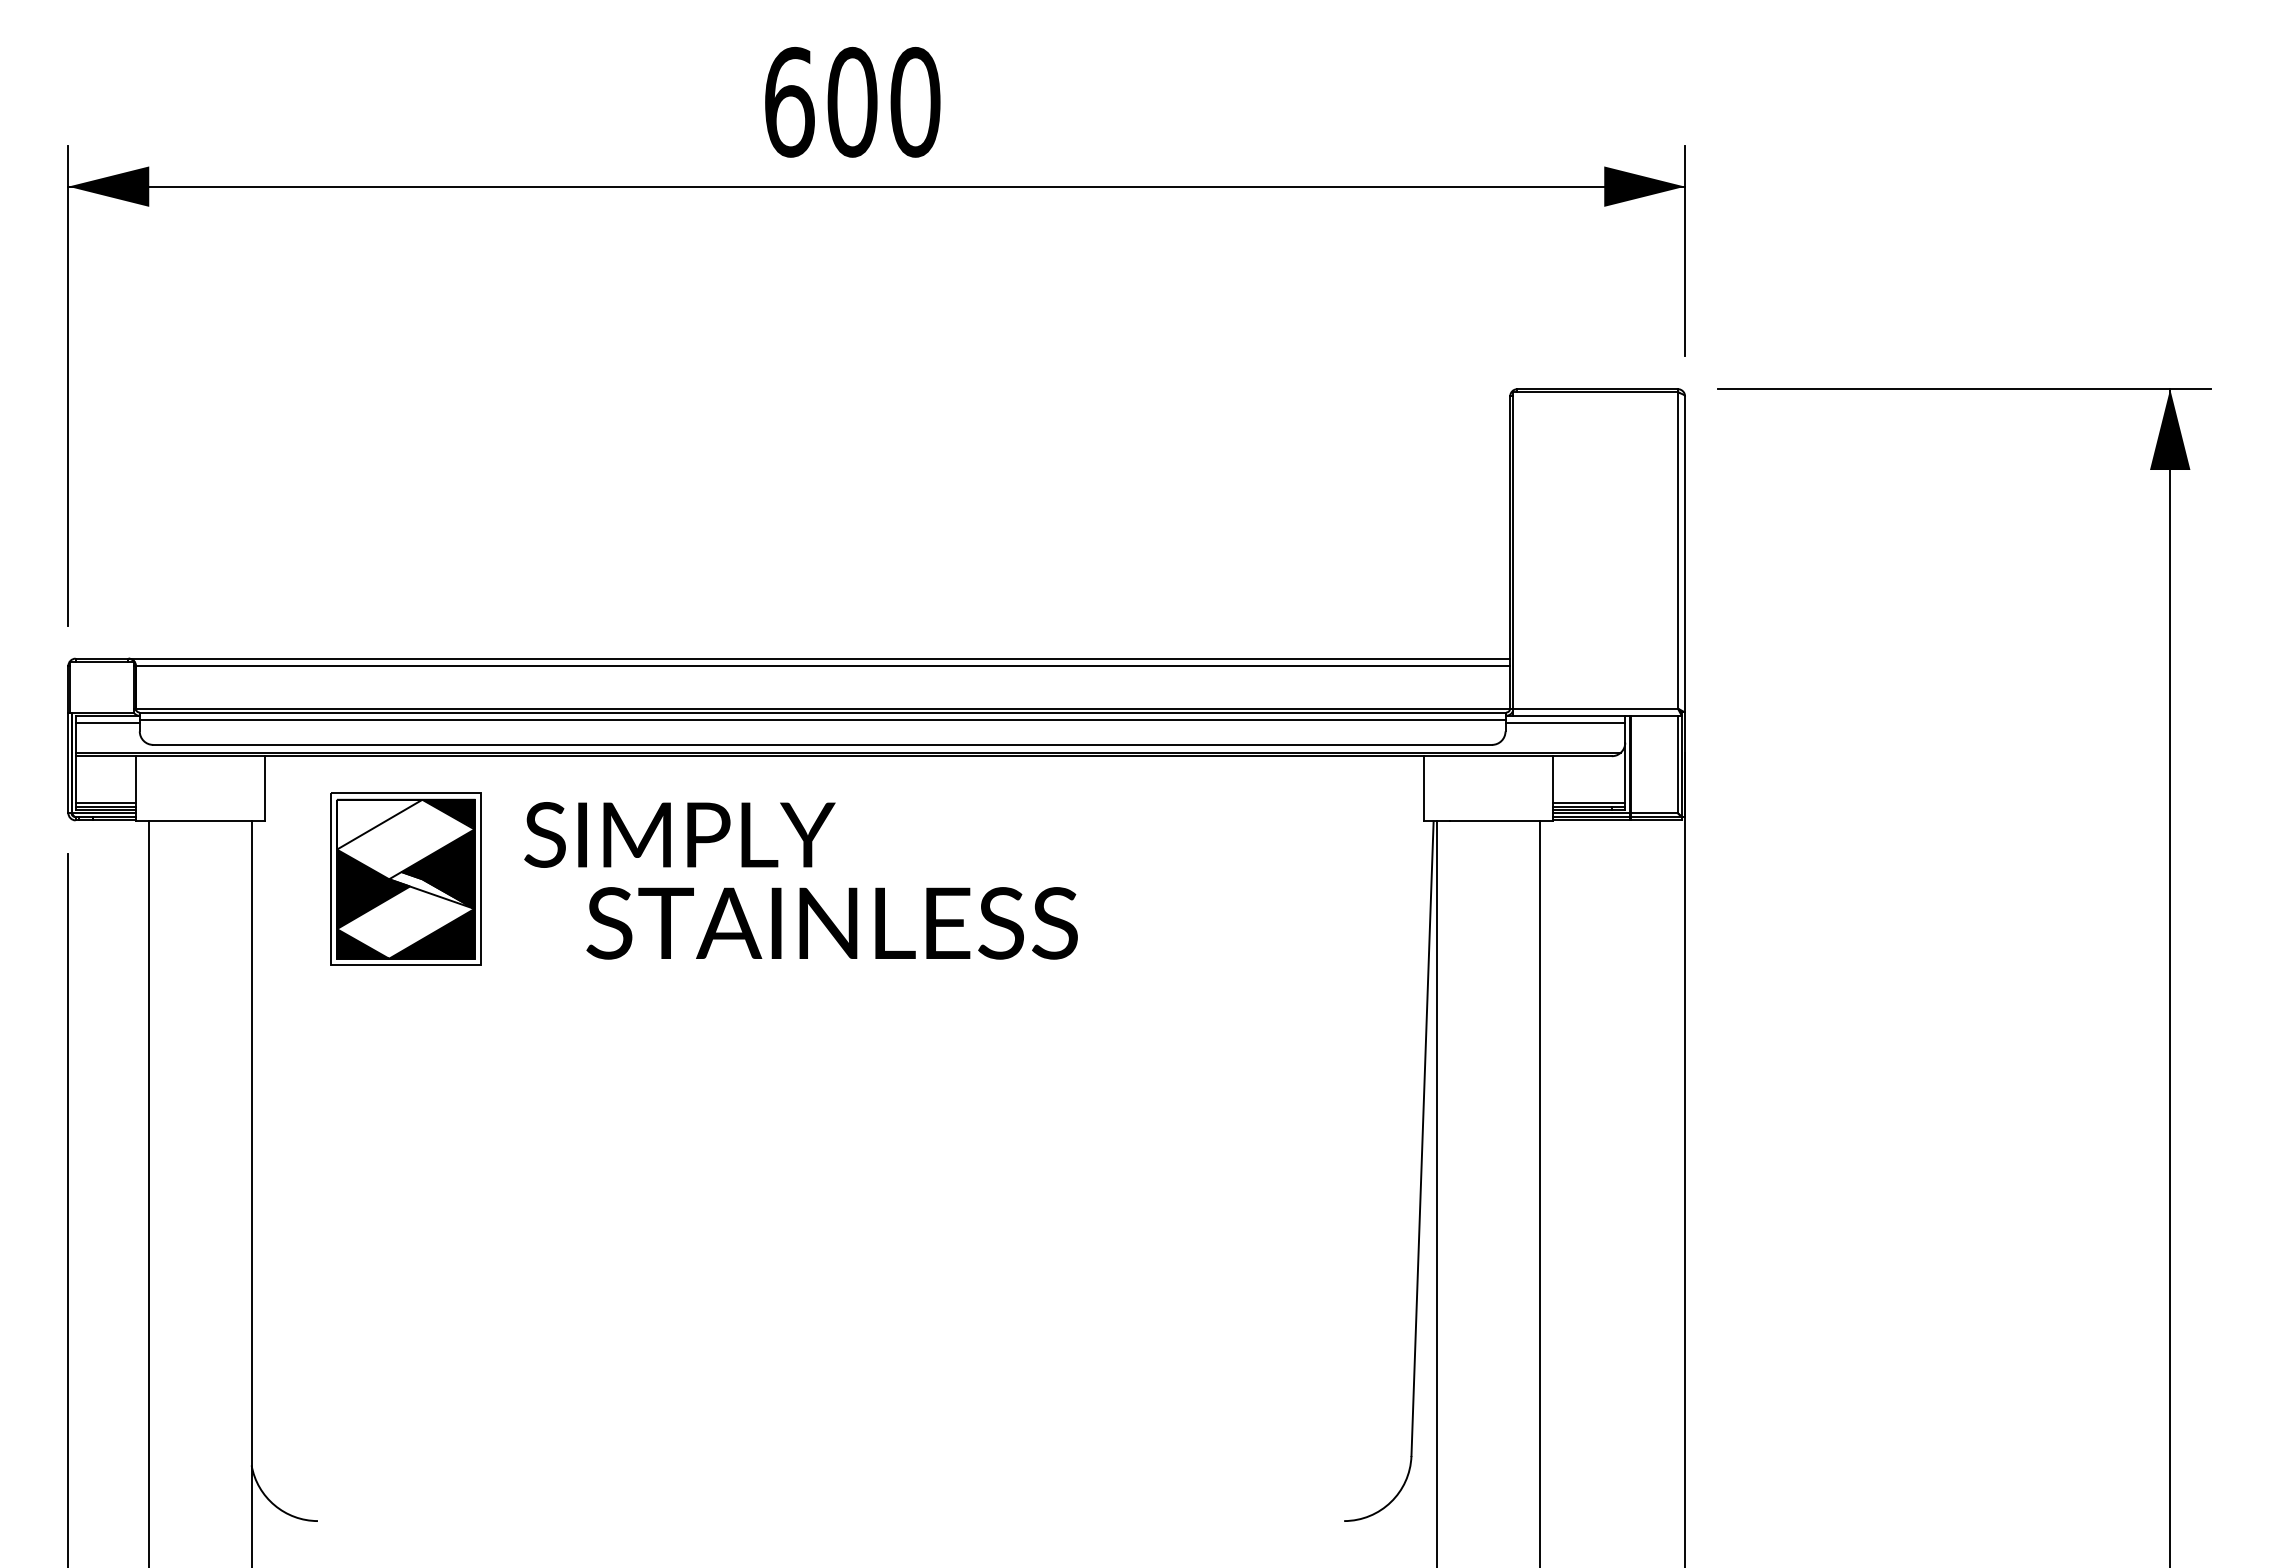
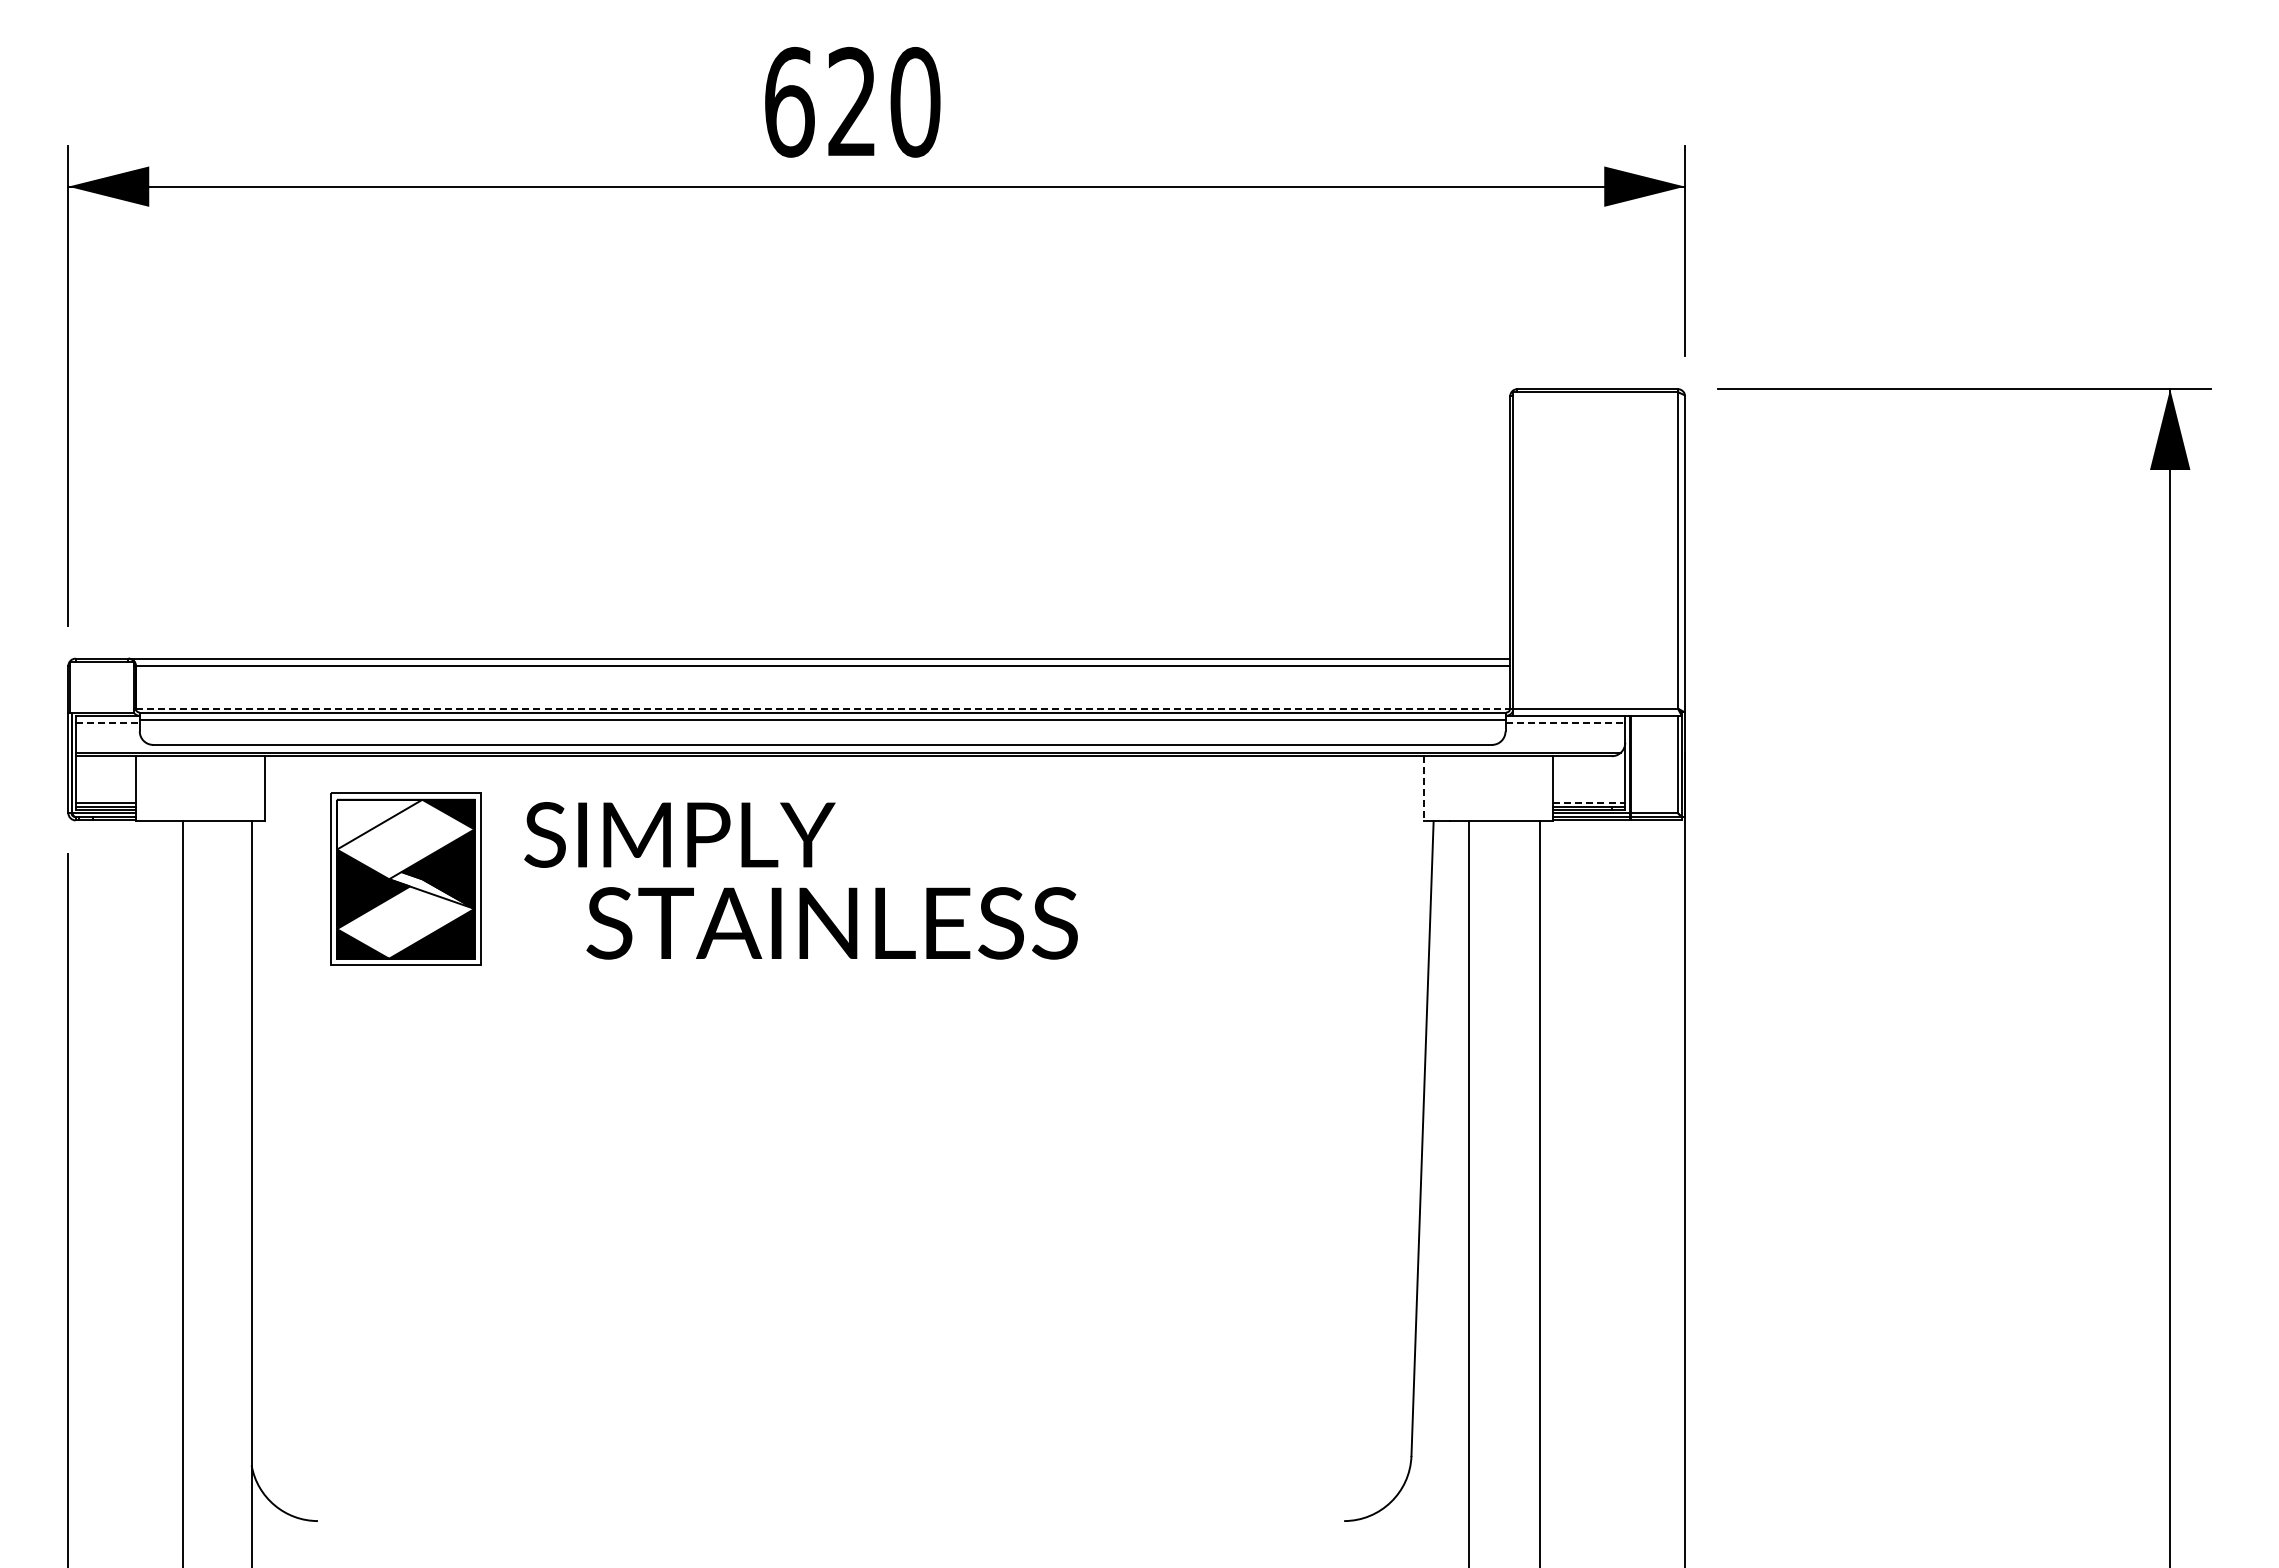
text at (852, 101): 600 -> 620
line at (823, 708): solid -> dashed
line at (108, 723): solid -> dashed
line at (1565, 723): solid -> dashed
line at (1423, 788): solid -> dashed
line at (1589, 802): solid -> dashed
line at (149, 1192) position: (149, 1192) -> (183, 1192)
line at (1437, 1192) position: (1437, 1192) -> (1469, 1192)
